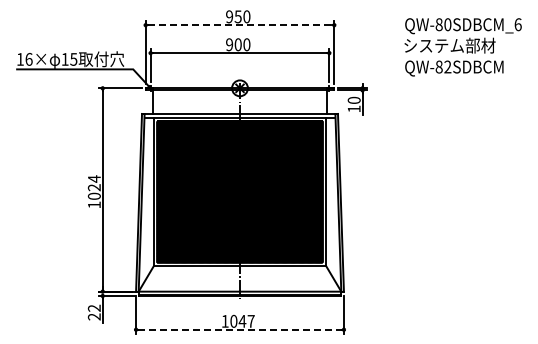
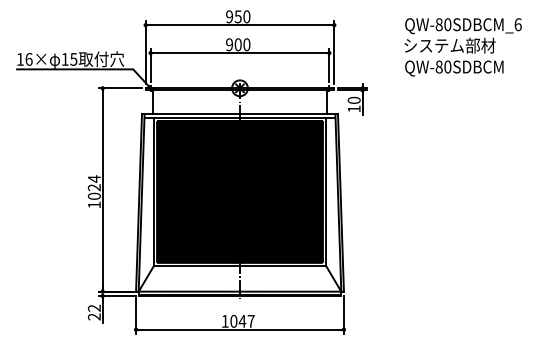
line at (240, 25): dashed -> solid
text at (447, 66): QW-82SDBCM -> QW-80SDBCM
line at (240, 329): dashed -> solid
